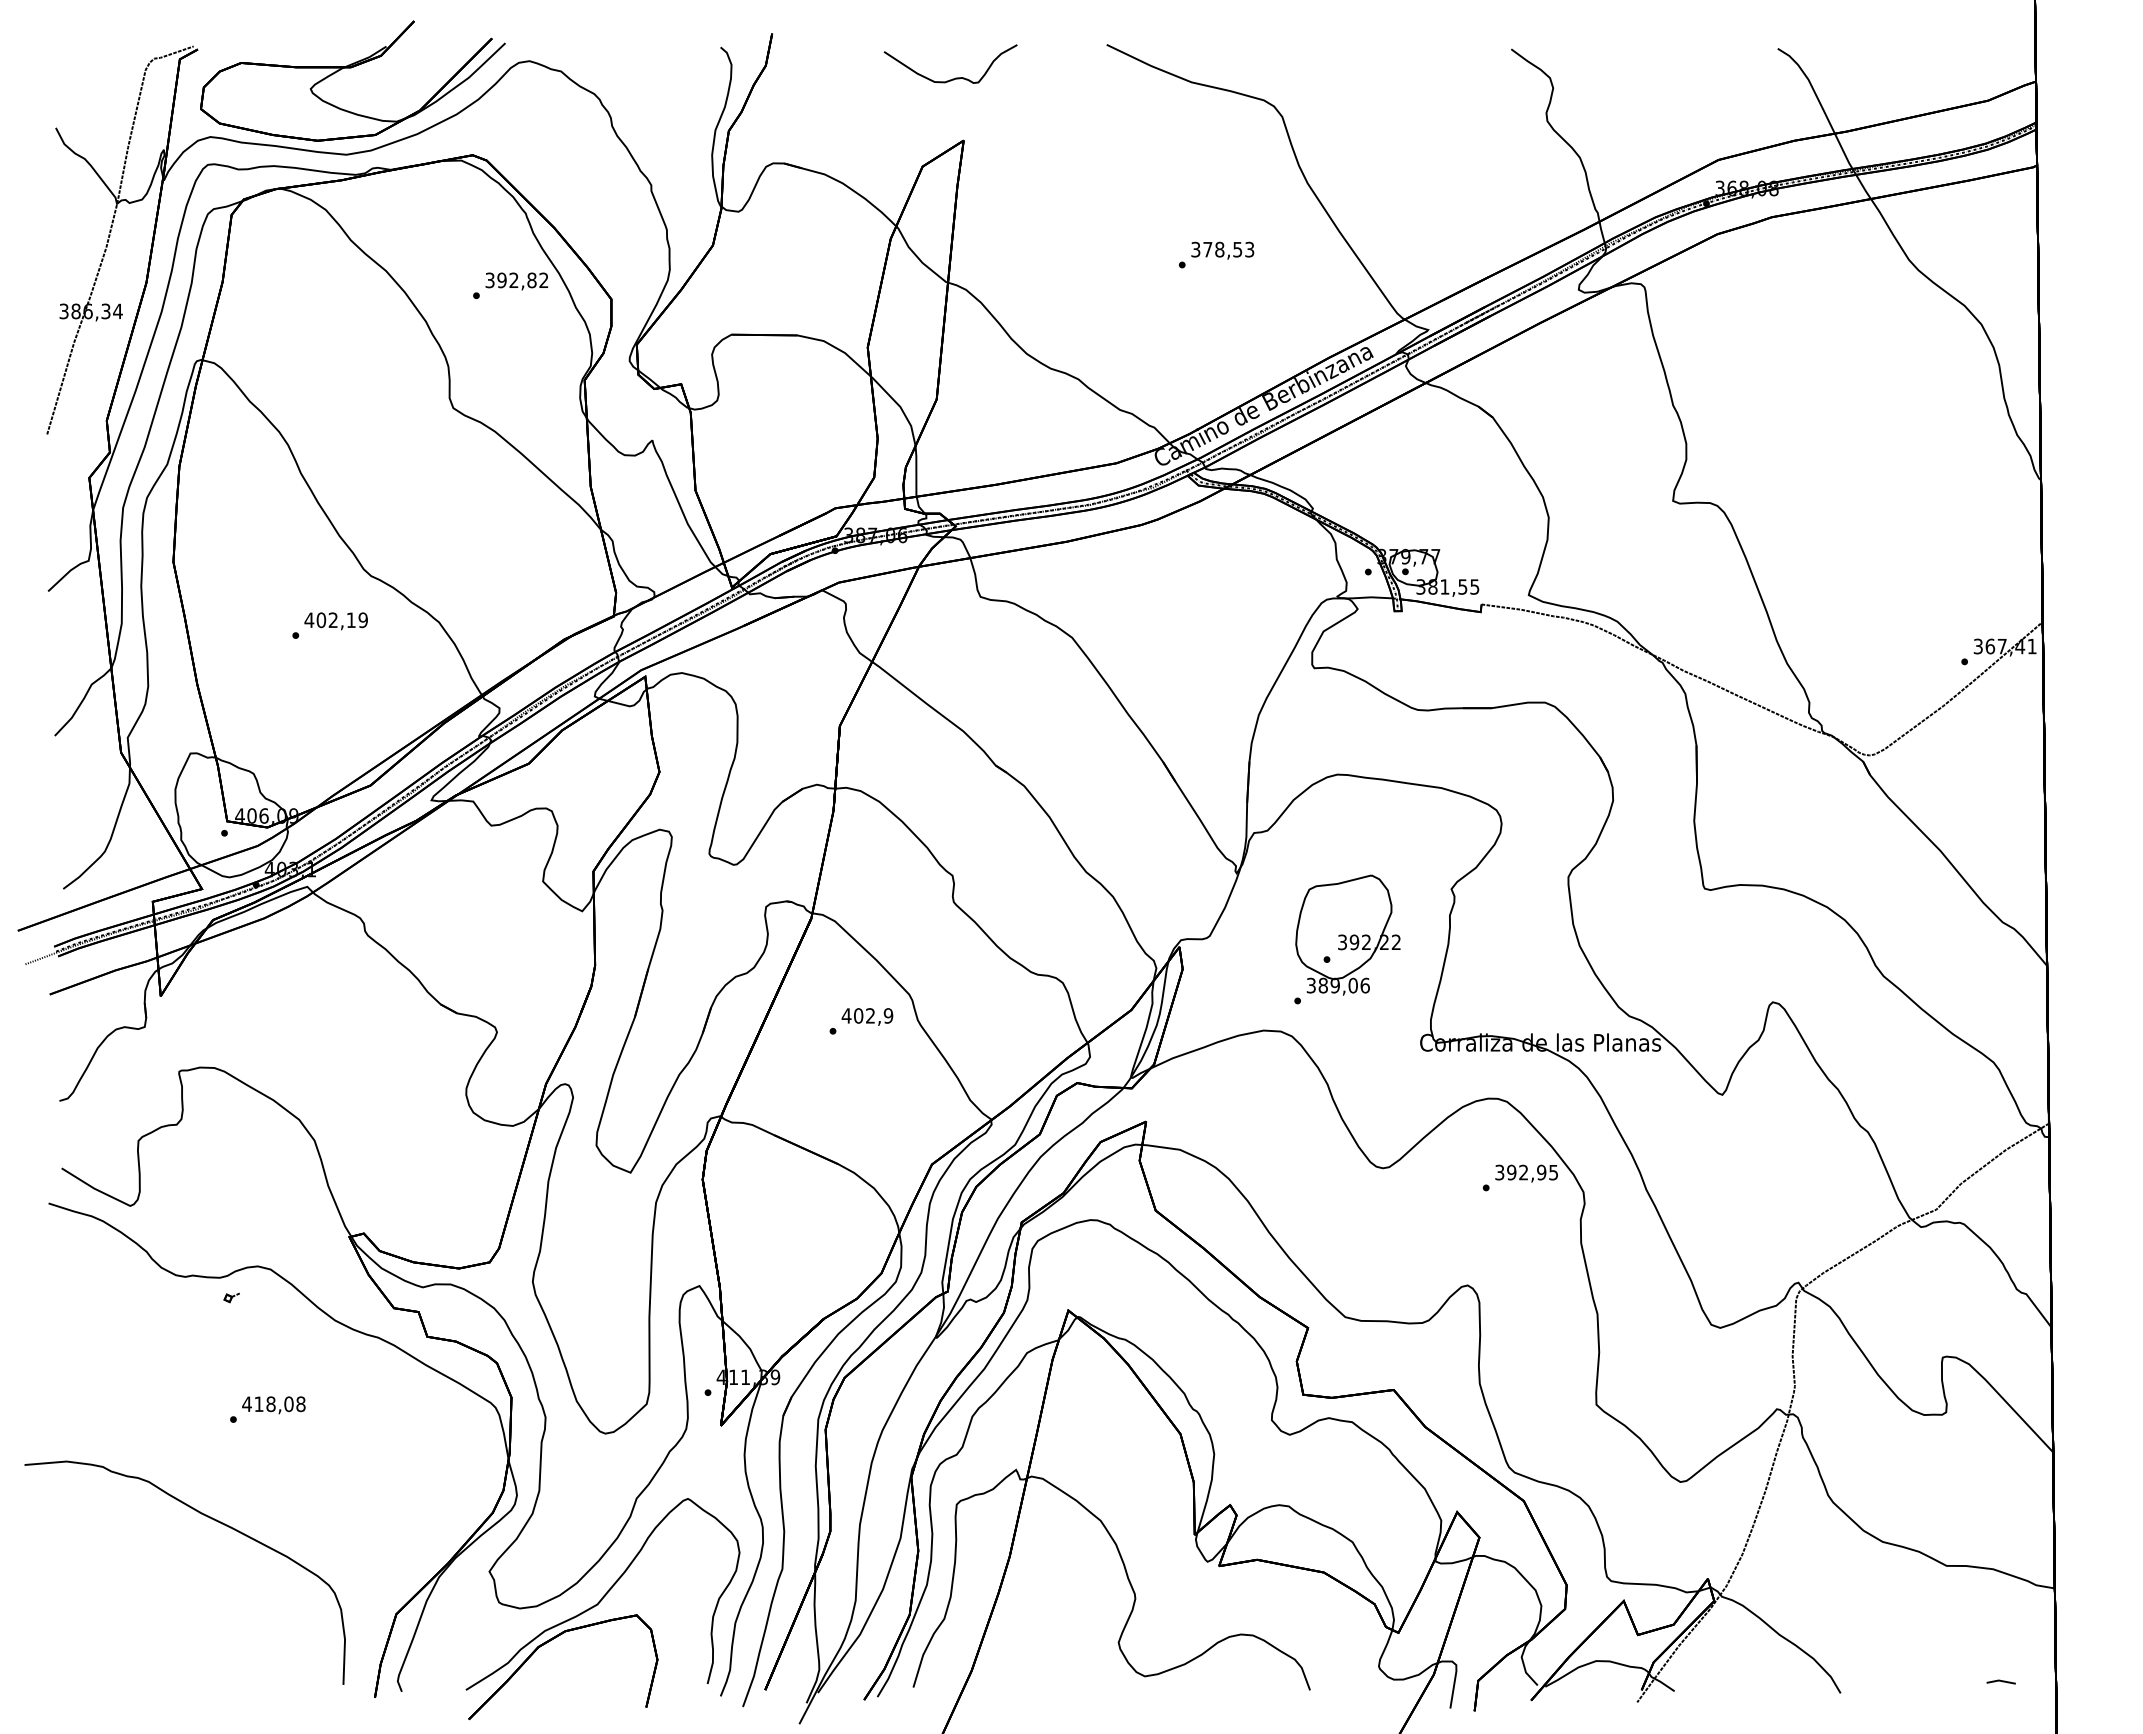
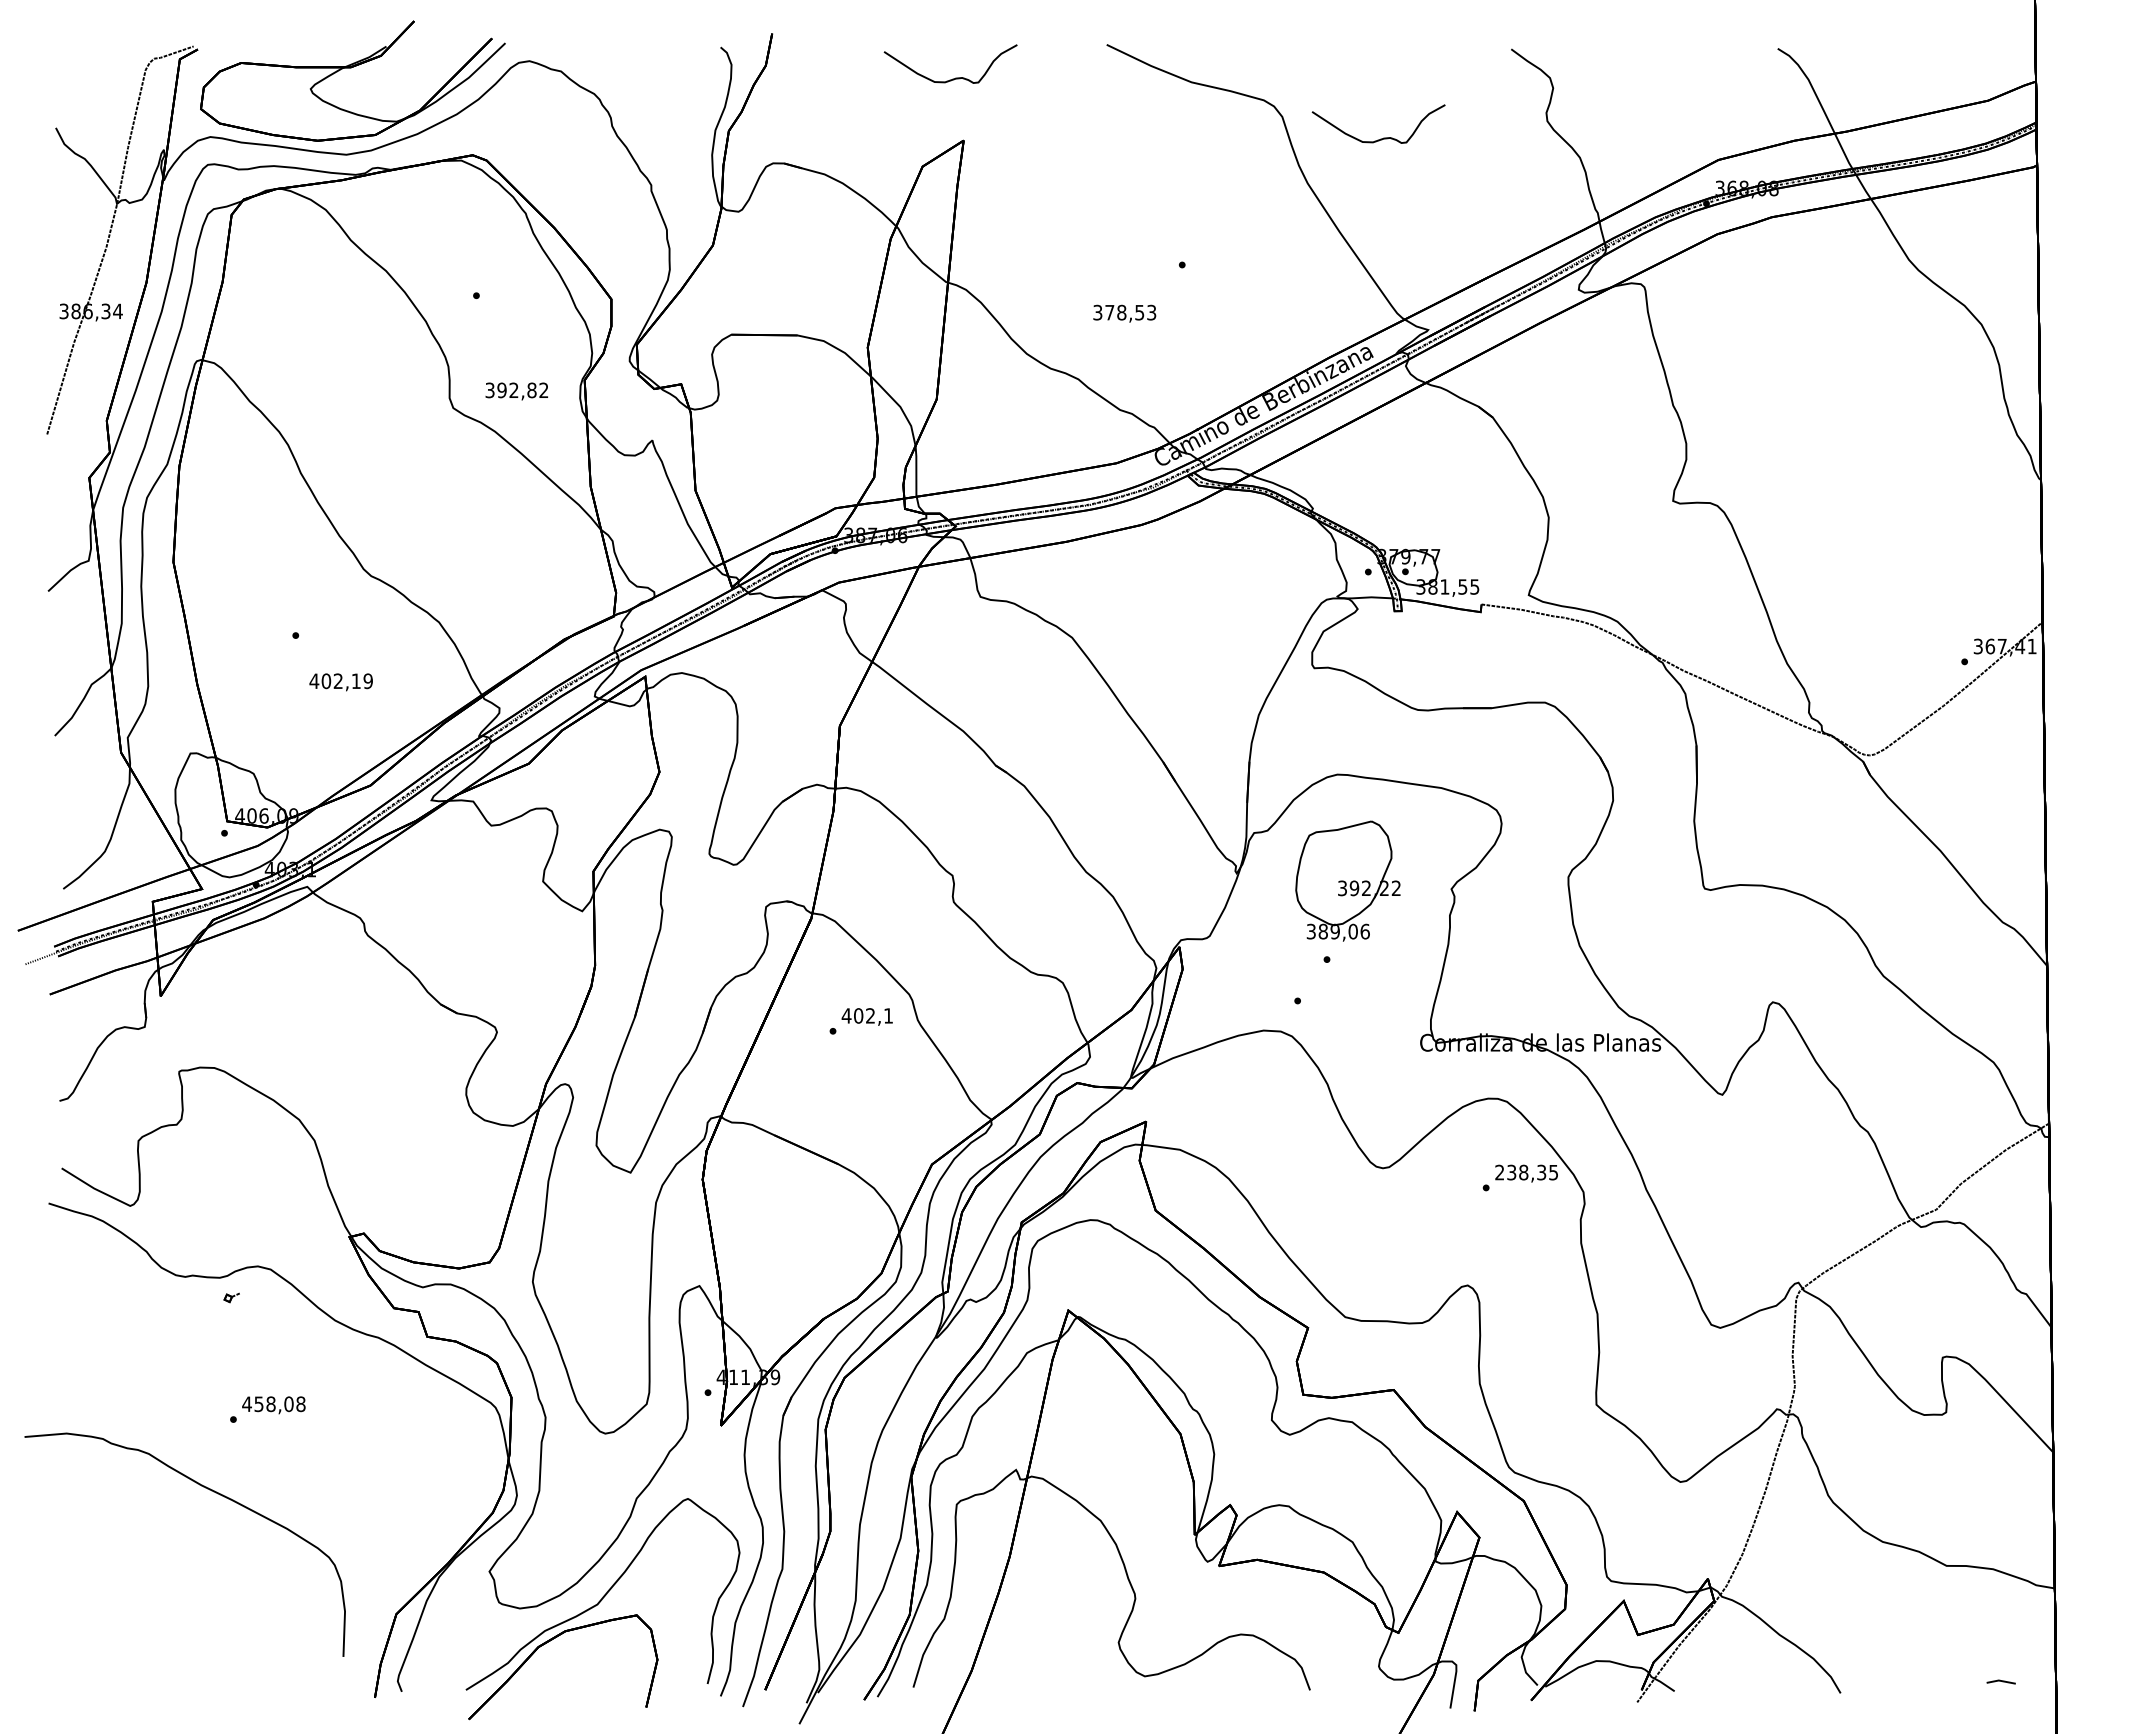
curve at (1383, 137): none -> present
text at (1222, 250) position: (1222, 250) -> (1124, 313)
text at (516, 281) position: (516, 281) -> (516, 391)
text at (335, 621) position: (335, 621) -> (340, 682)
part at (1347, 934) position: (1347, 934) -> (1347, 880)
text at (888, 1015): 402,9 -> 402,1
text at (1520, 1172): 392,95 -> 238,35
text at (258, 1404): 418,08 -> 458,08
curve at (211, 1519) position: (211, 1519) -> (211, 1491)
